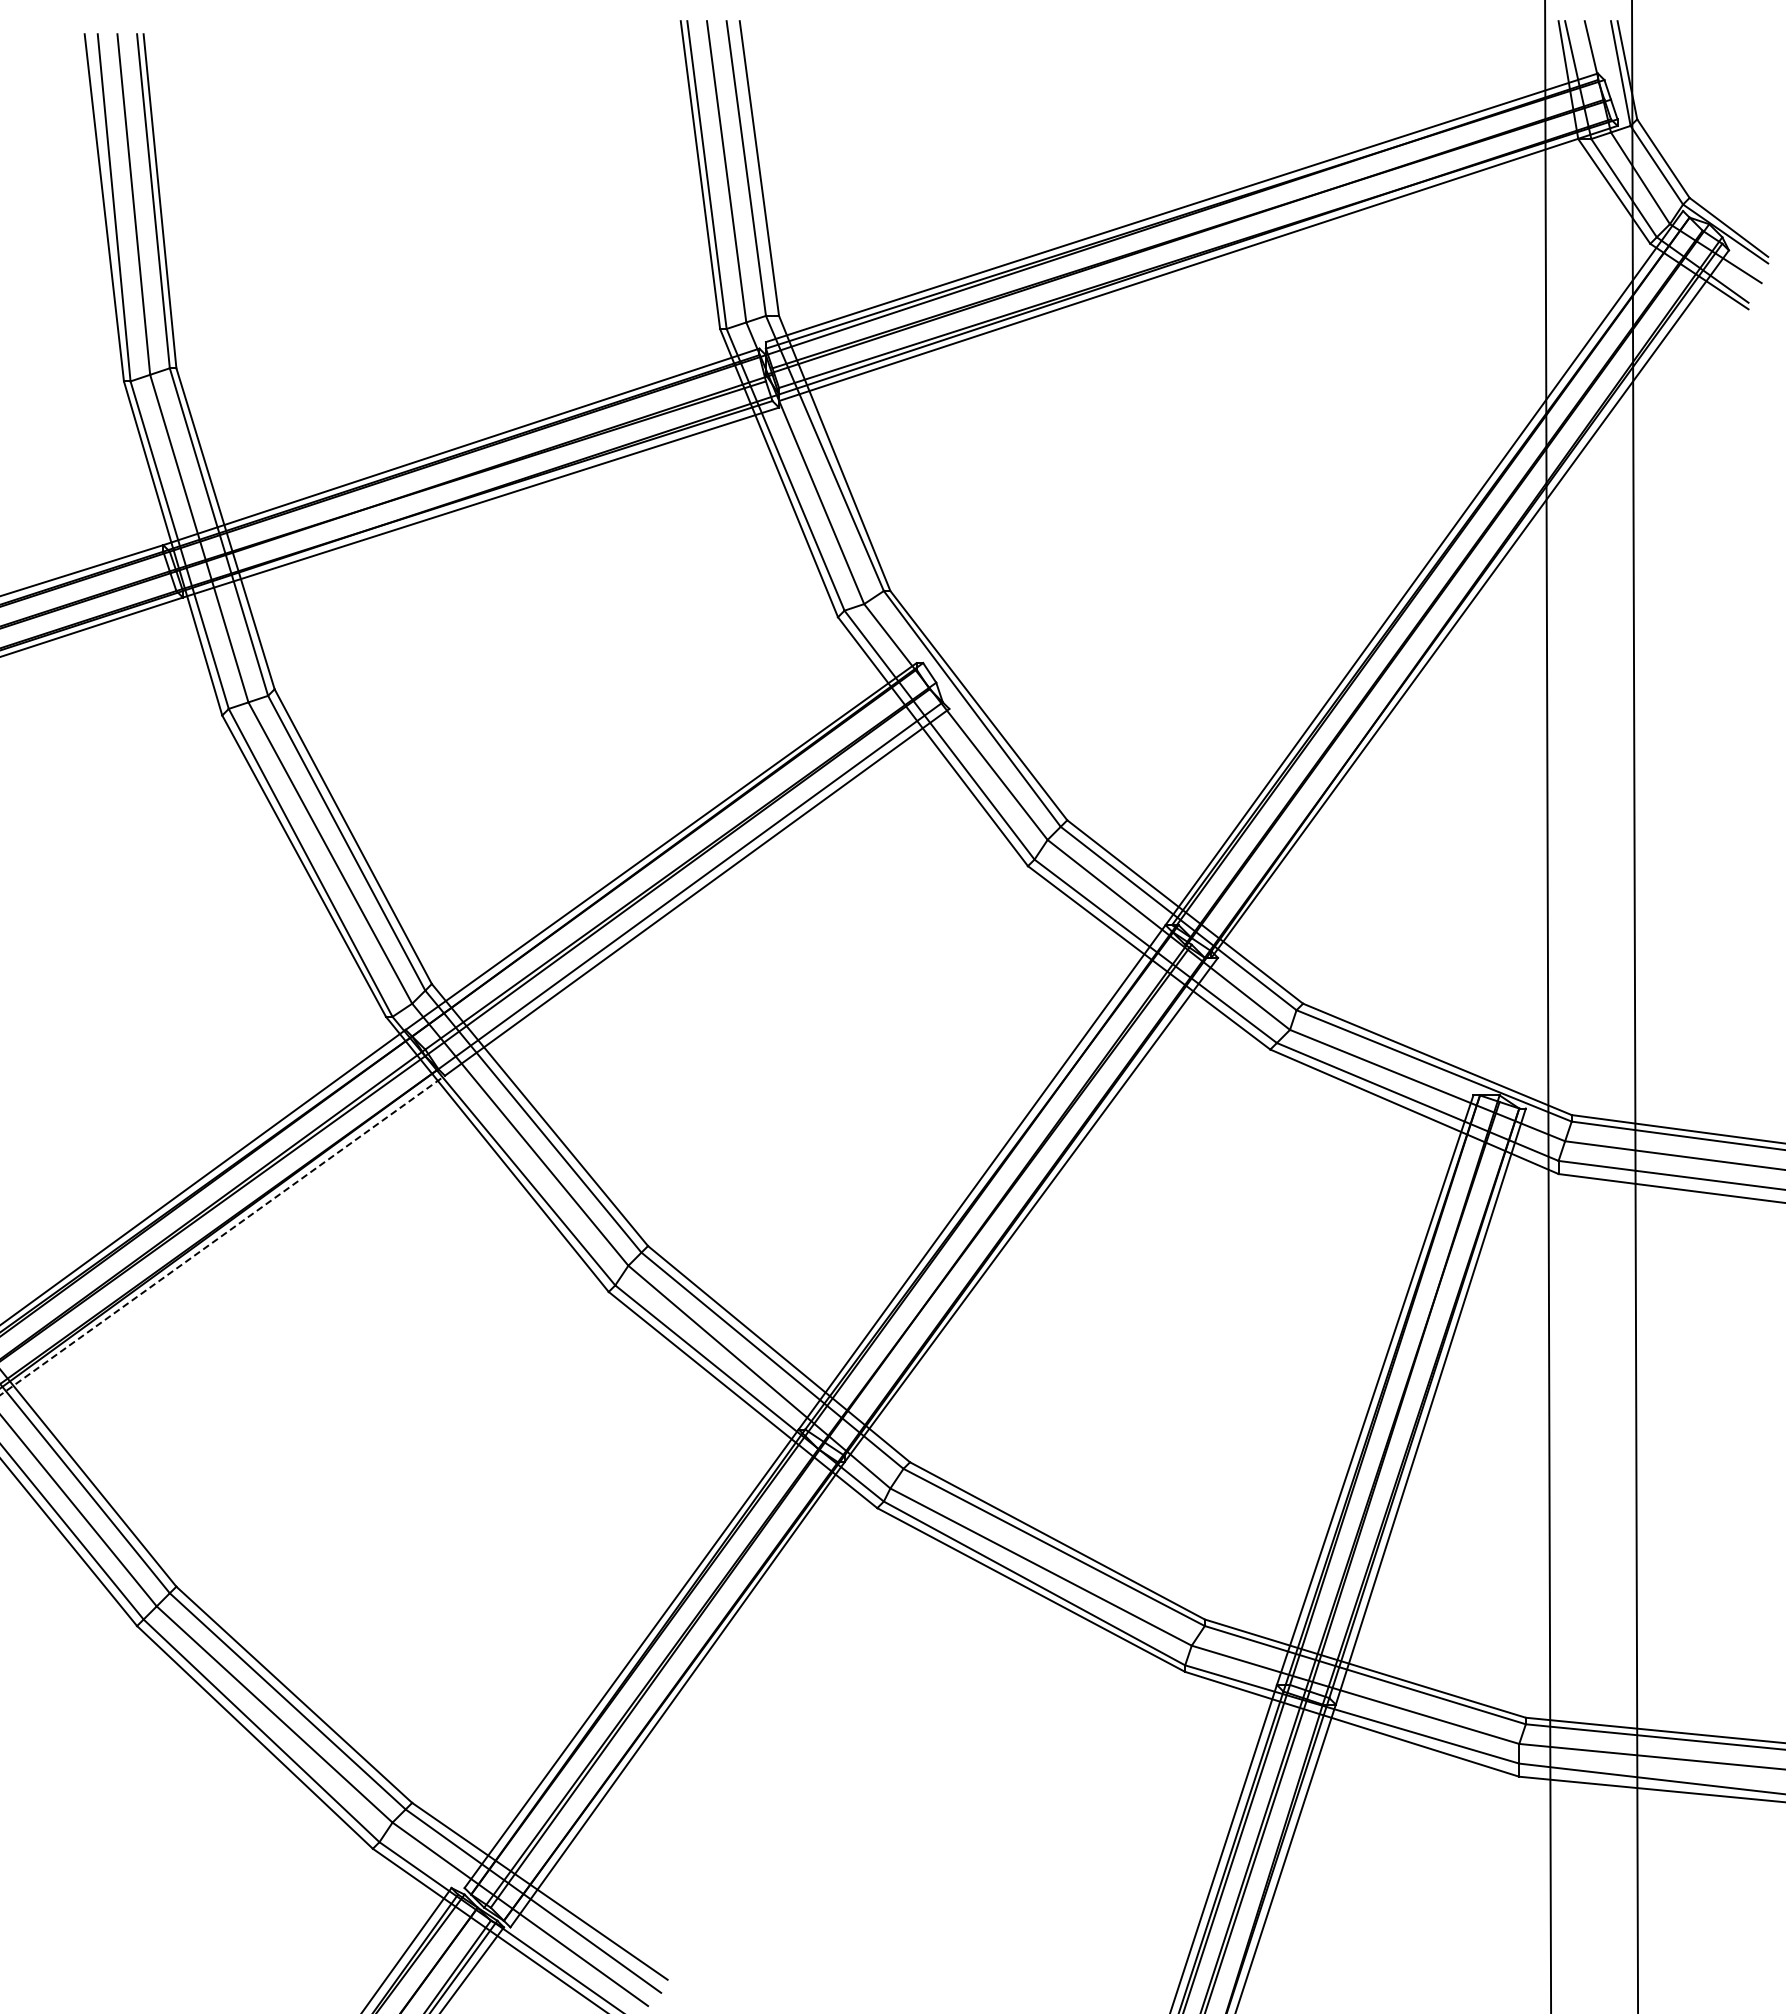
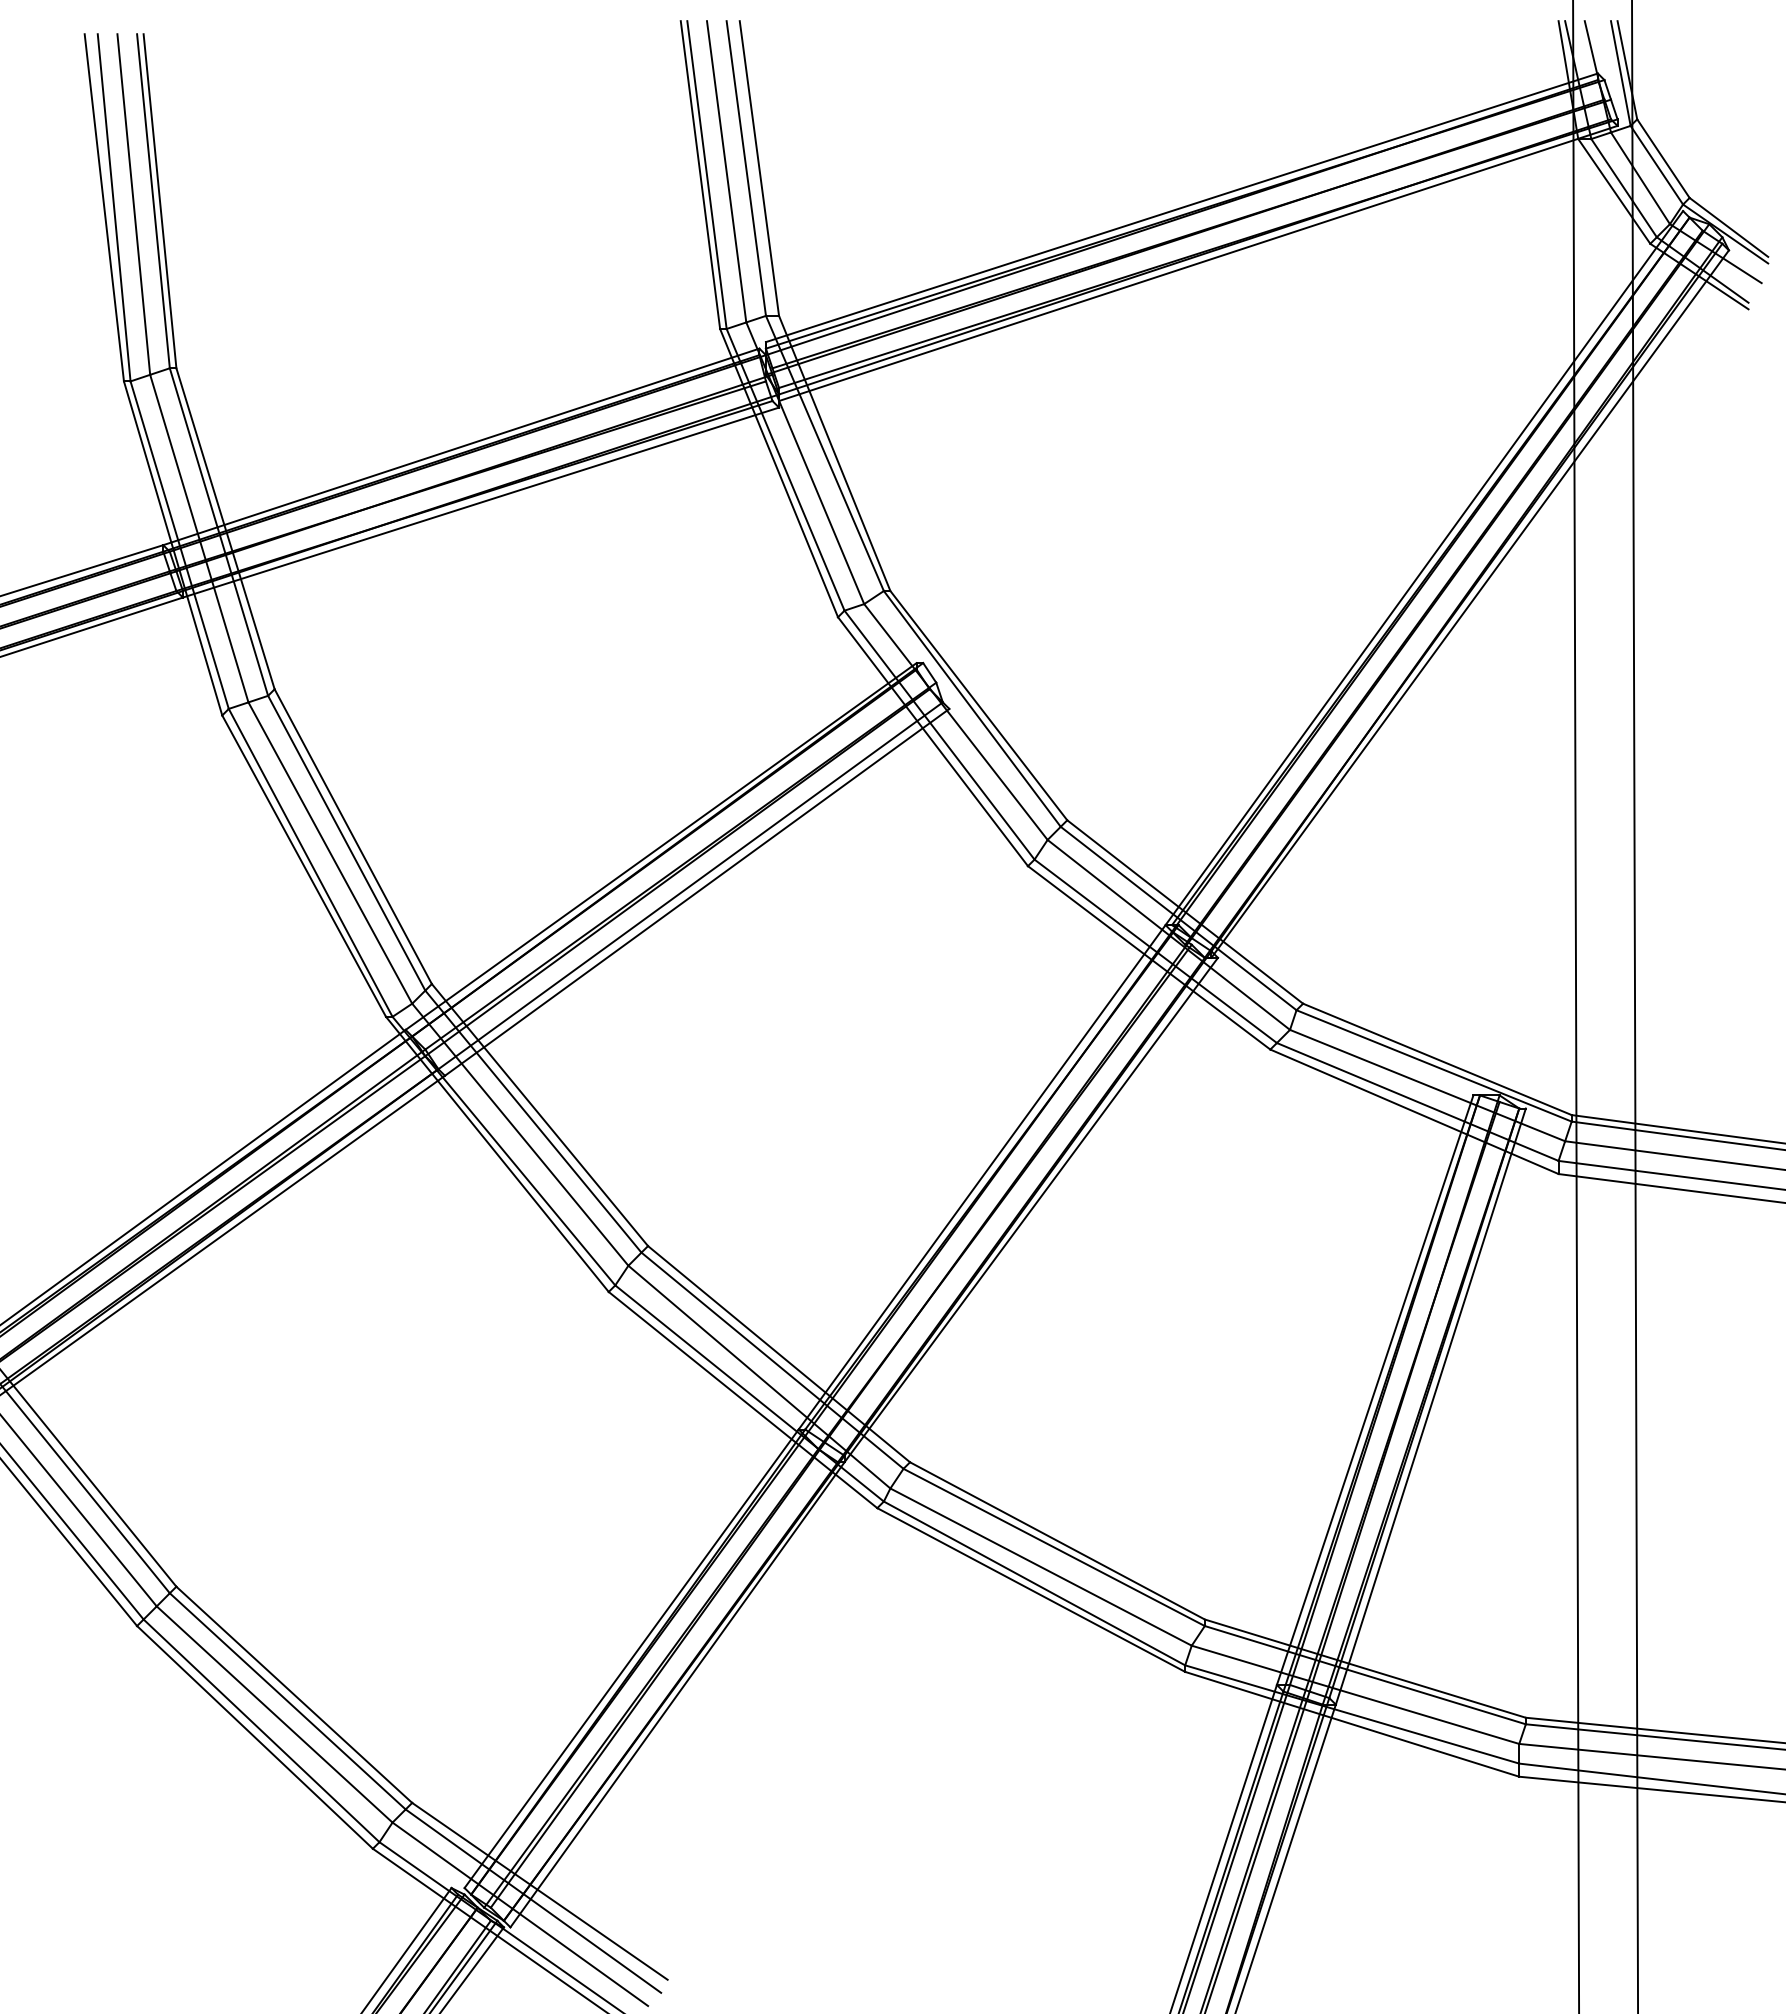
line at (1548, 1006) position: (1548, 1006) -> (1576, 1006)
line at (222, 1235): dashed -> solid
